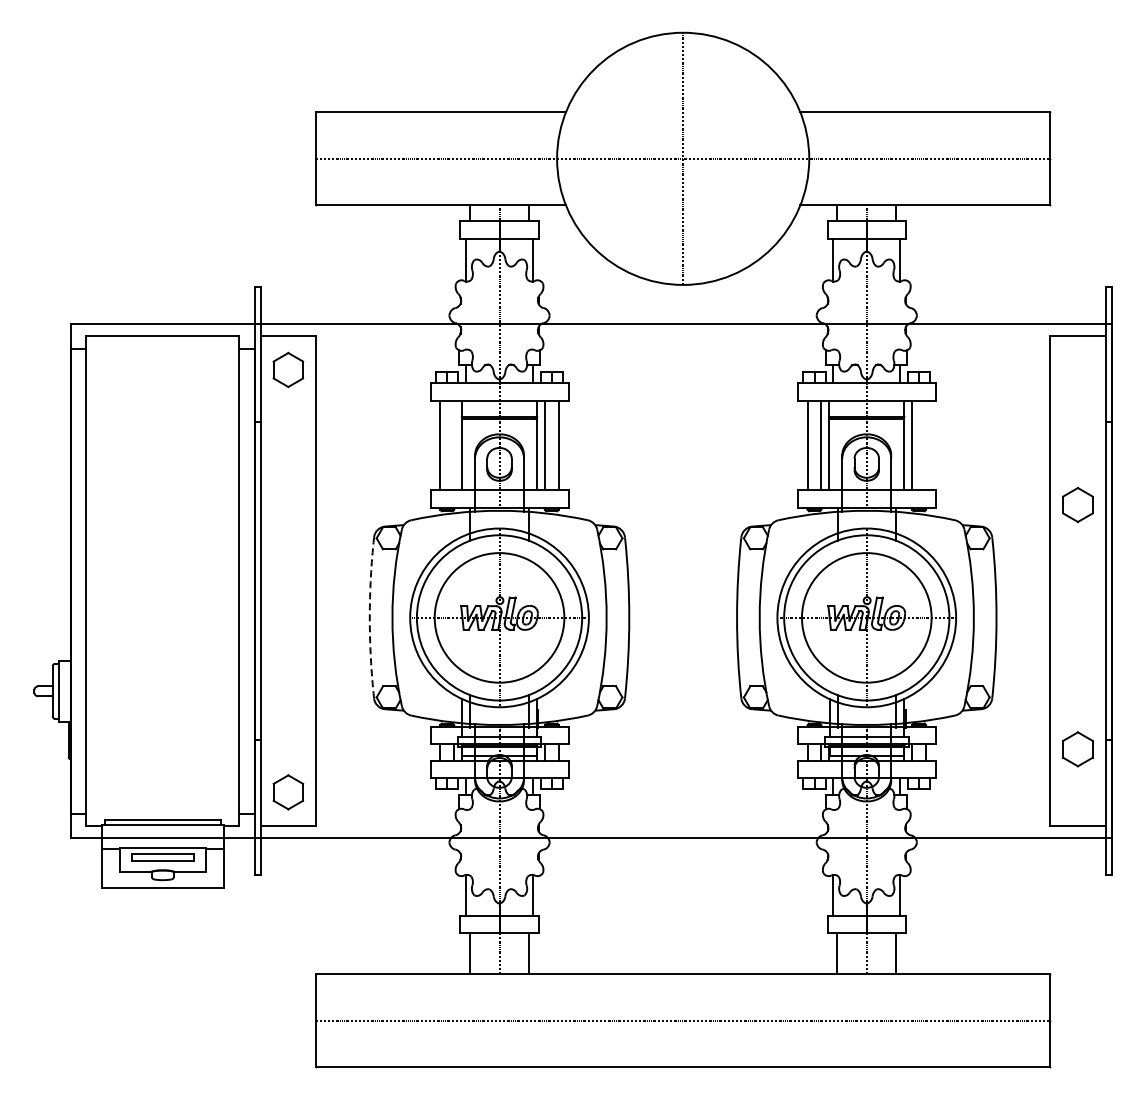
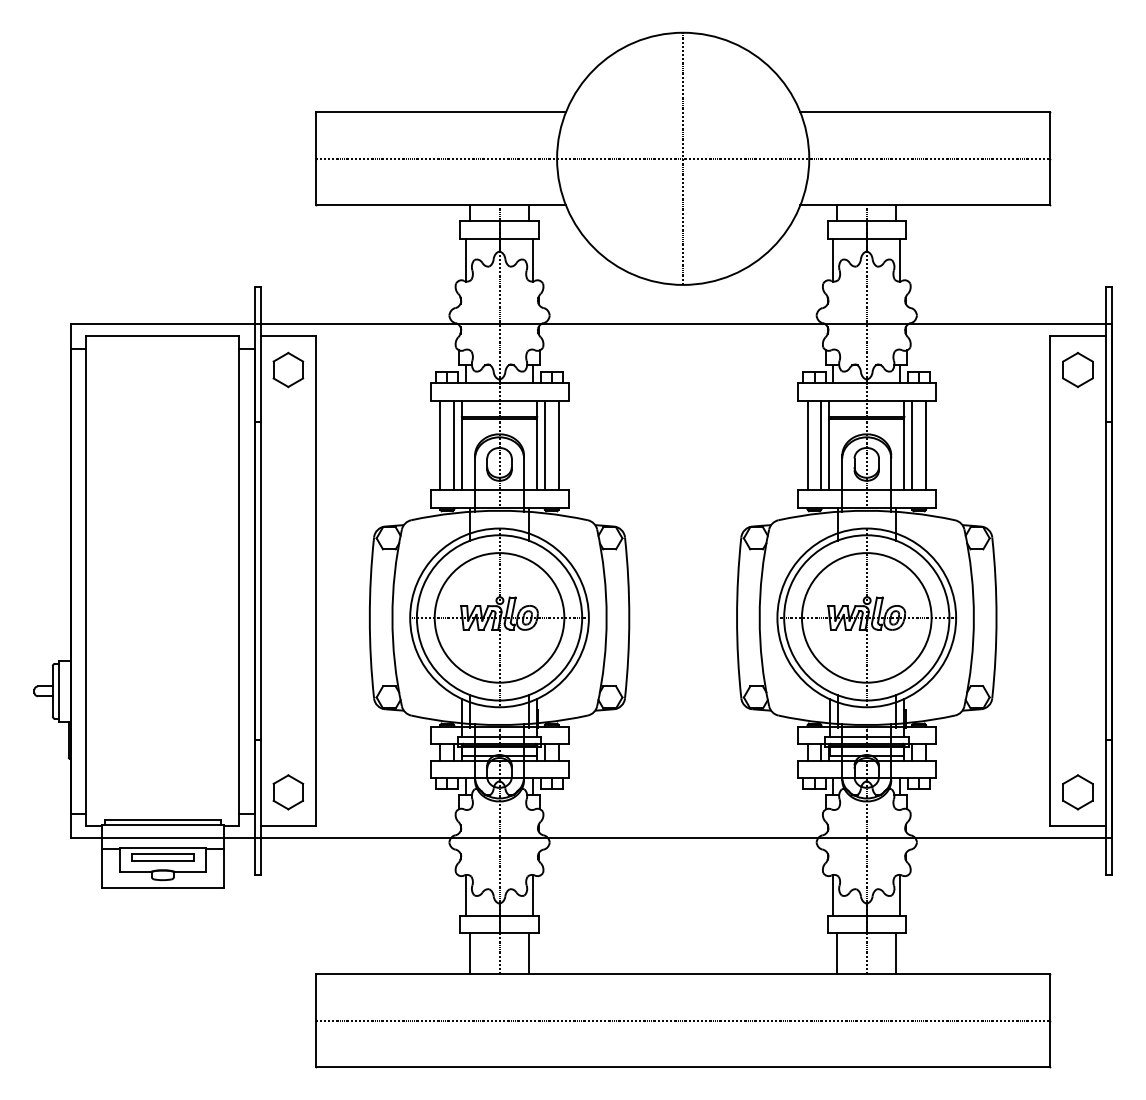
line at (454, 444): none -> present
line at (926, 444): none -> present
part at (1077, 504) position: (1077, 504) -> (1077, 369)
arc at (369, 617): dashed -> solid
part at (1077, 749) position: (1077, 749) -> (1077, 792)
